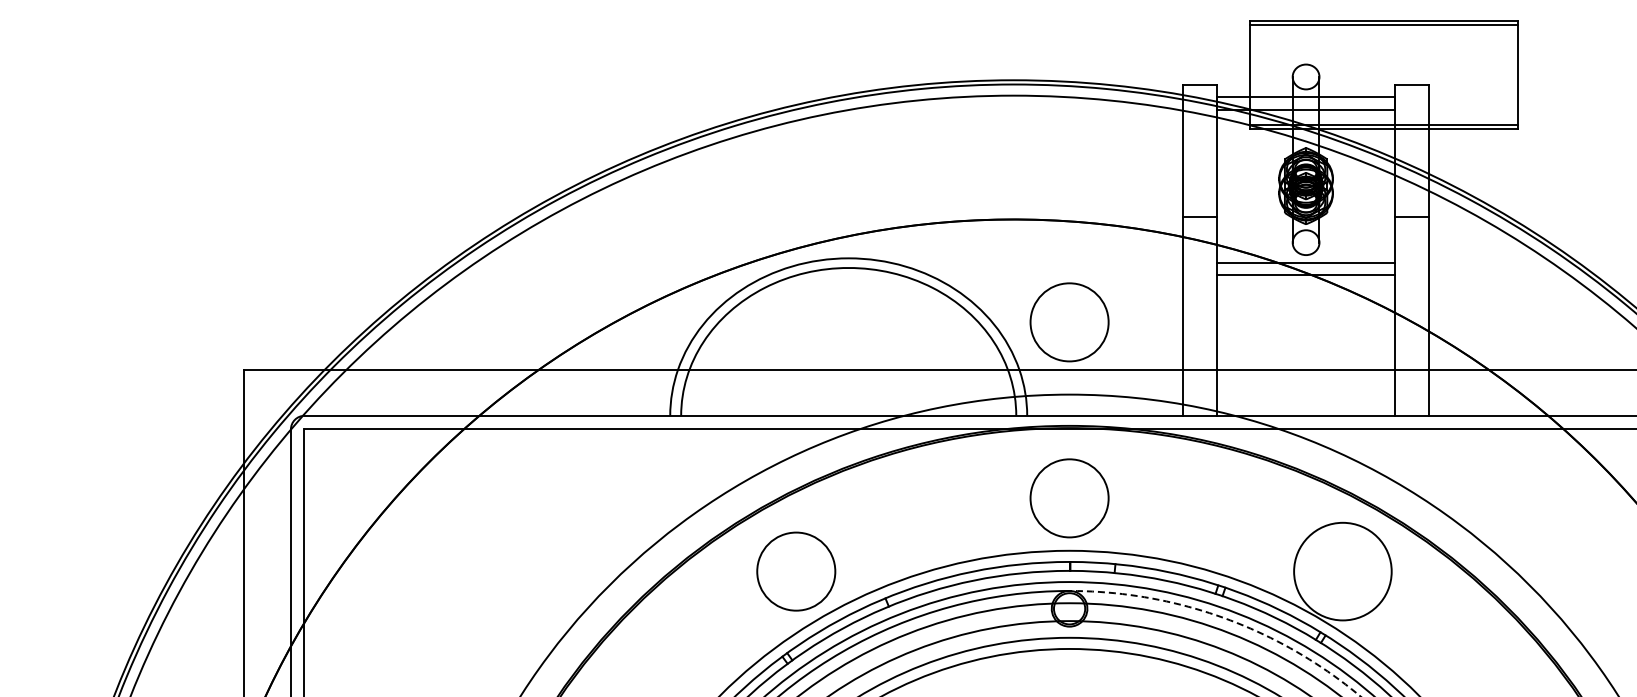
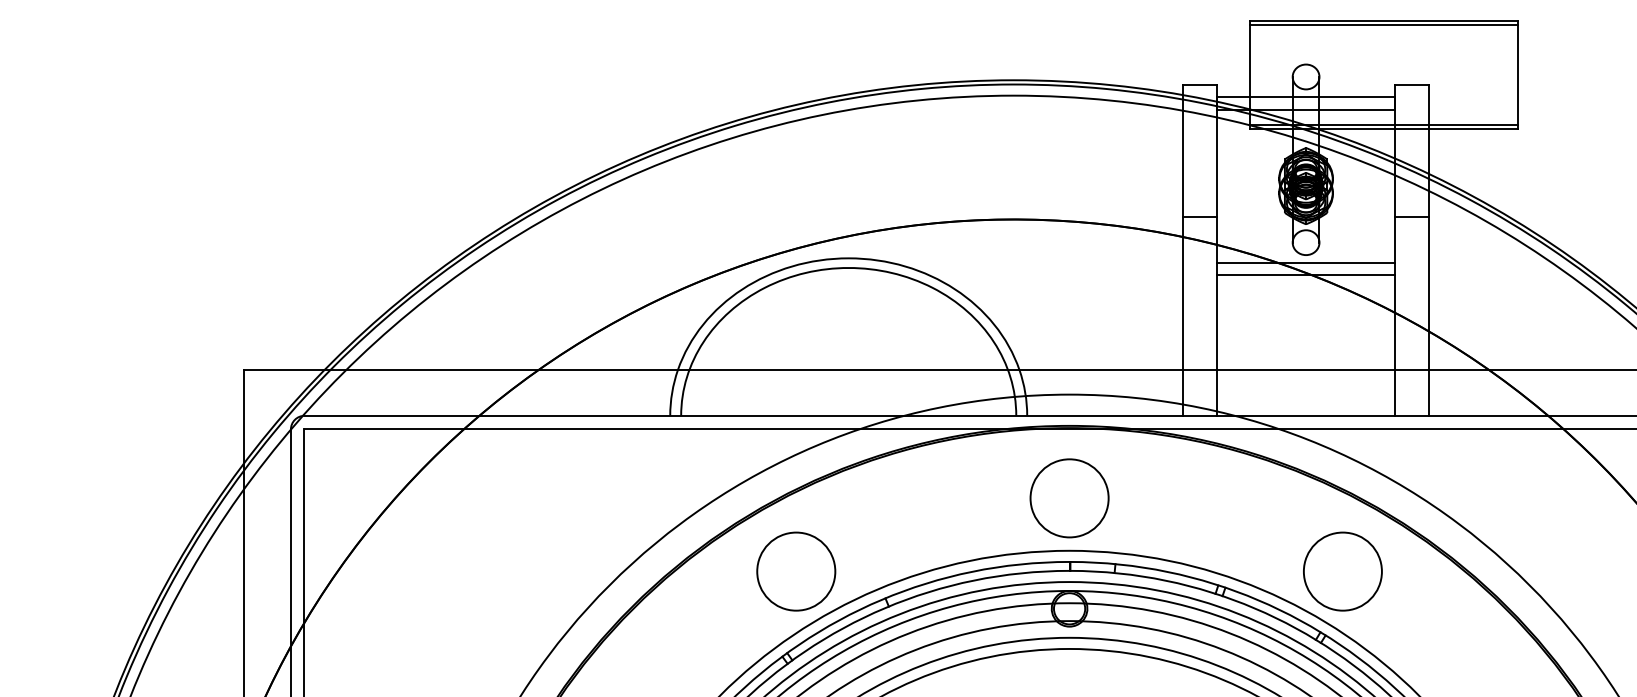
circle at (1069, 322): present -> none
circle at (1342, 571) diameter: 98 px -> 78 px
arc at (1224, 618): dashed -> solid
